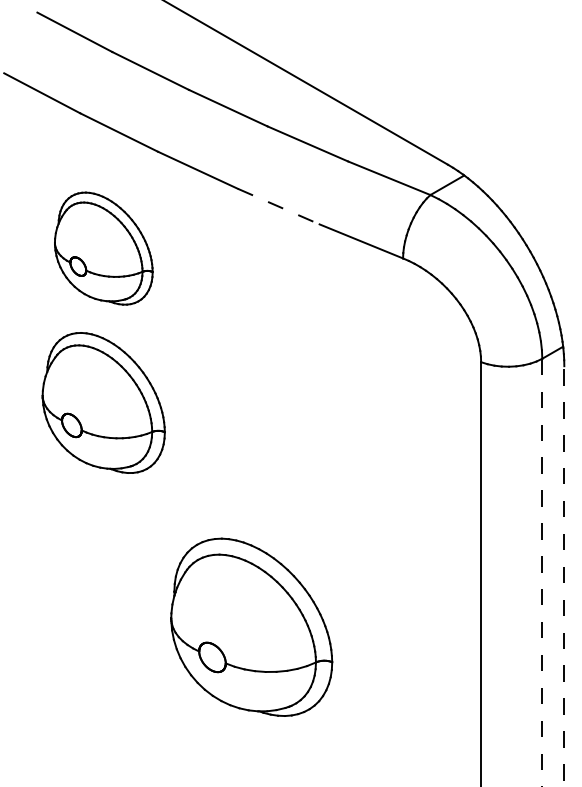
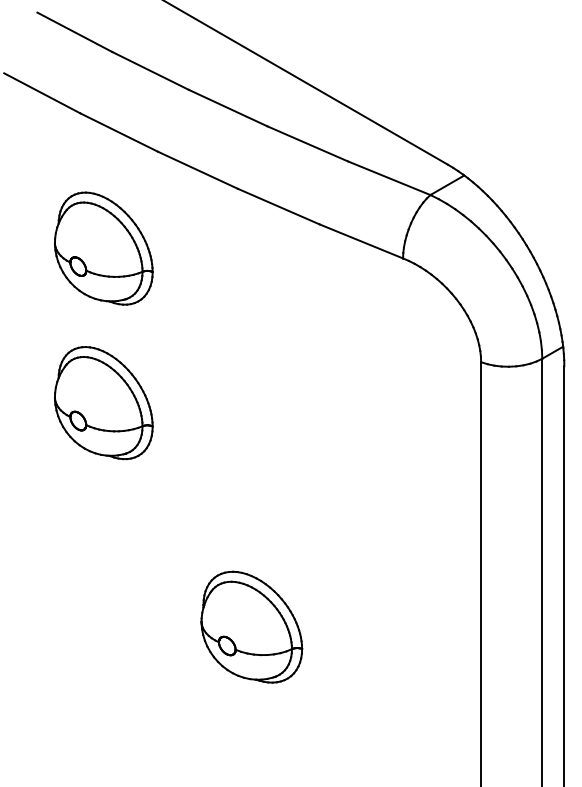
line at (278, 206): dashed -> solid
part at (103, 402) size: 125x142 px -> 100x115 px
line at (542, 572): dashed -> solid
line at (564, 576): dashed -> solid
part at (251, 626) size: 164x180 px -> 104x114 px
